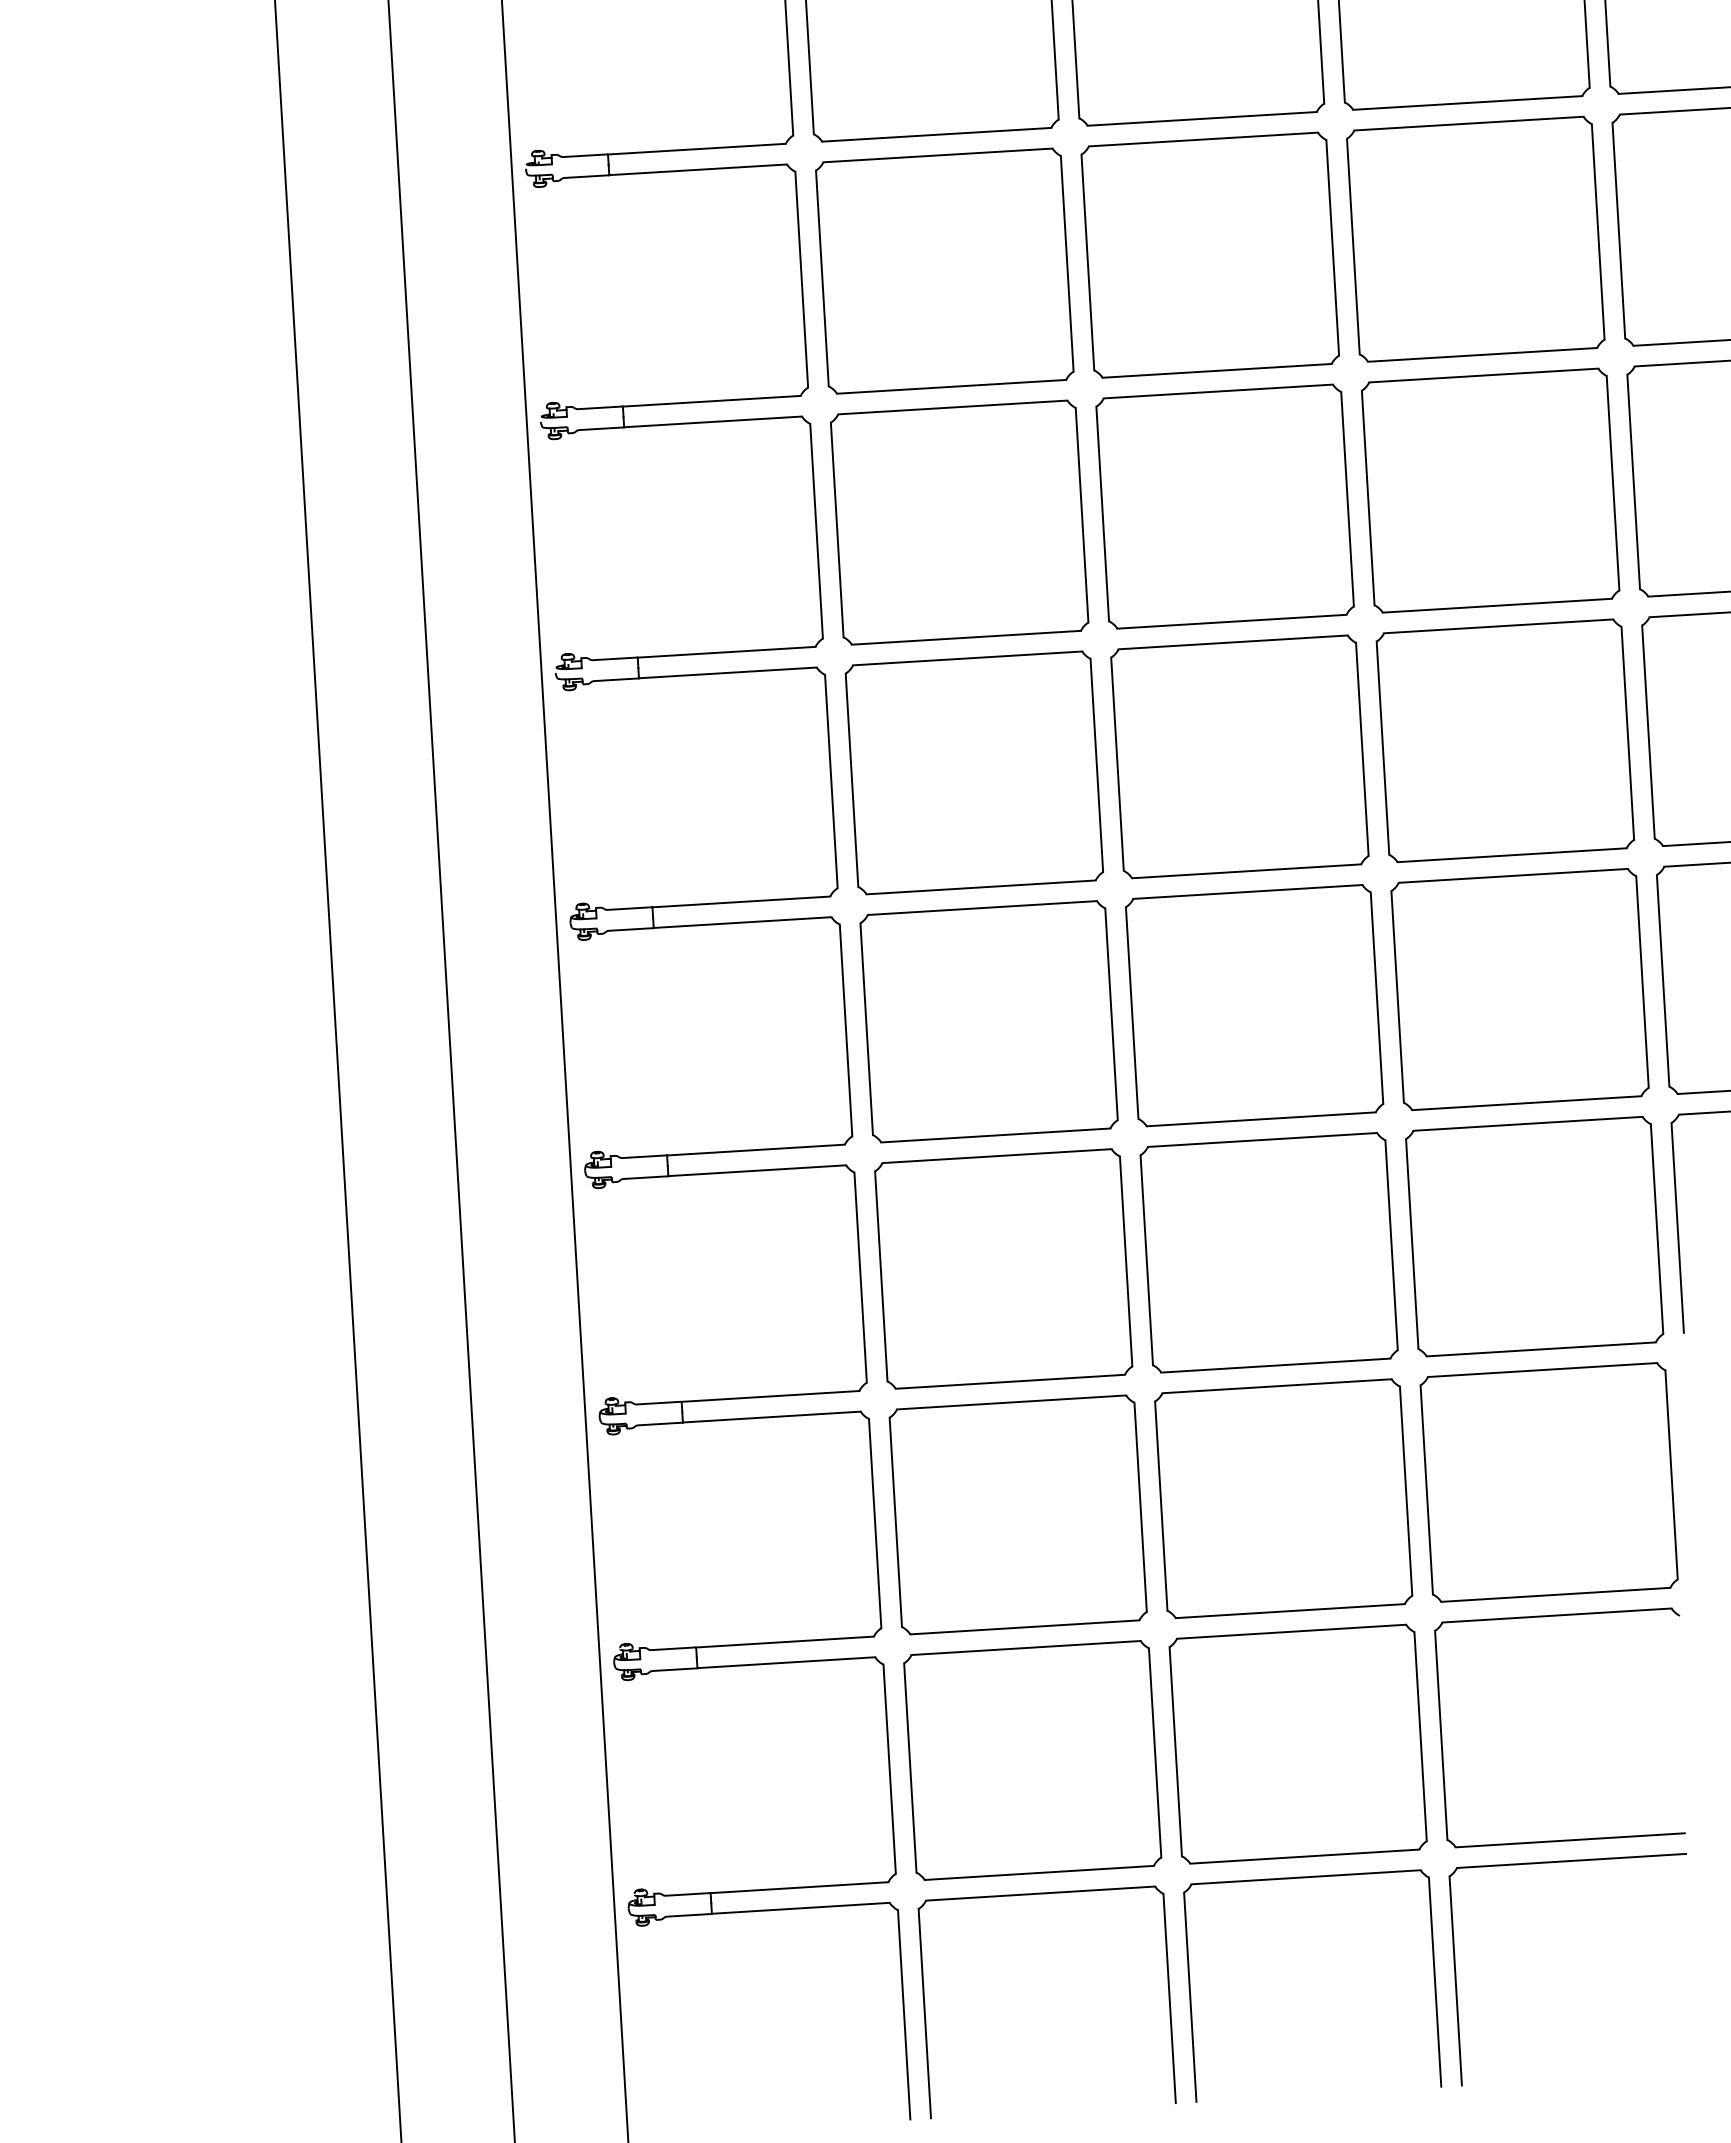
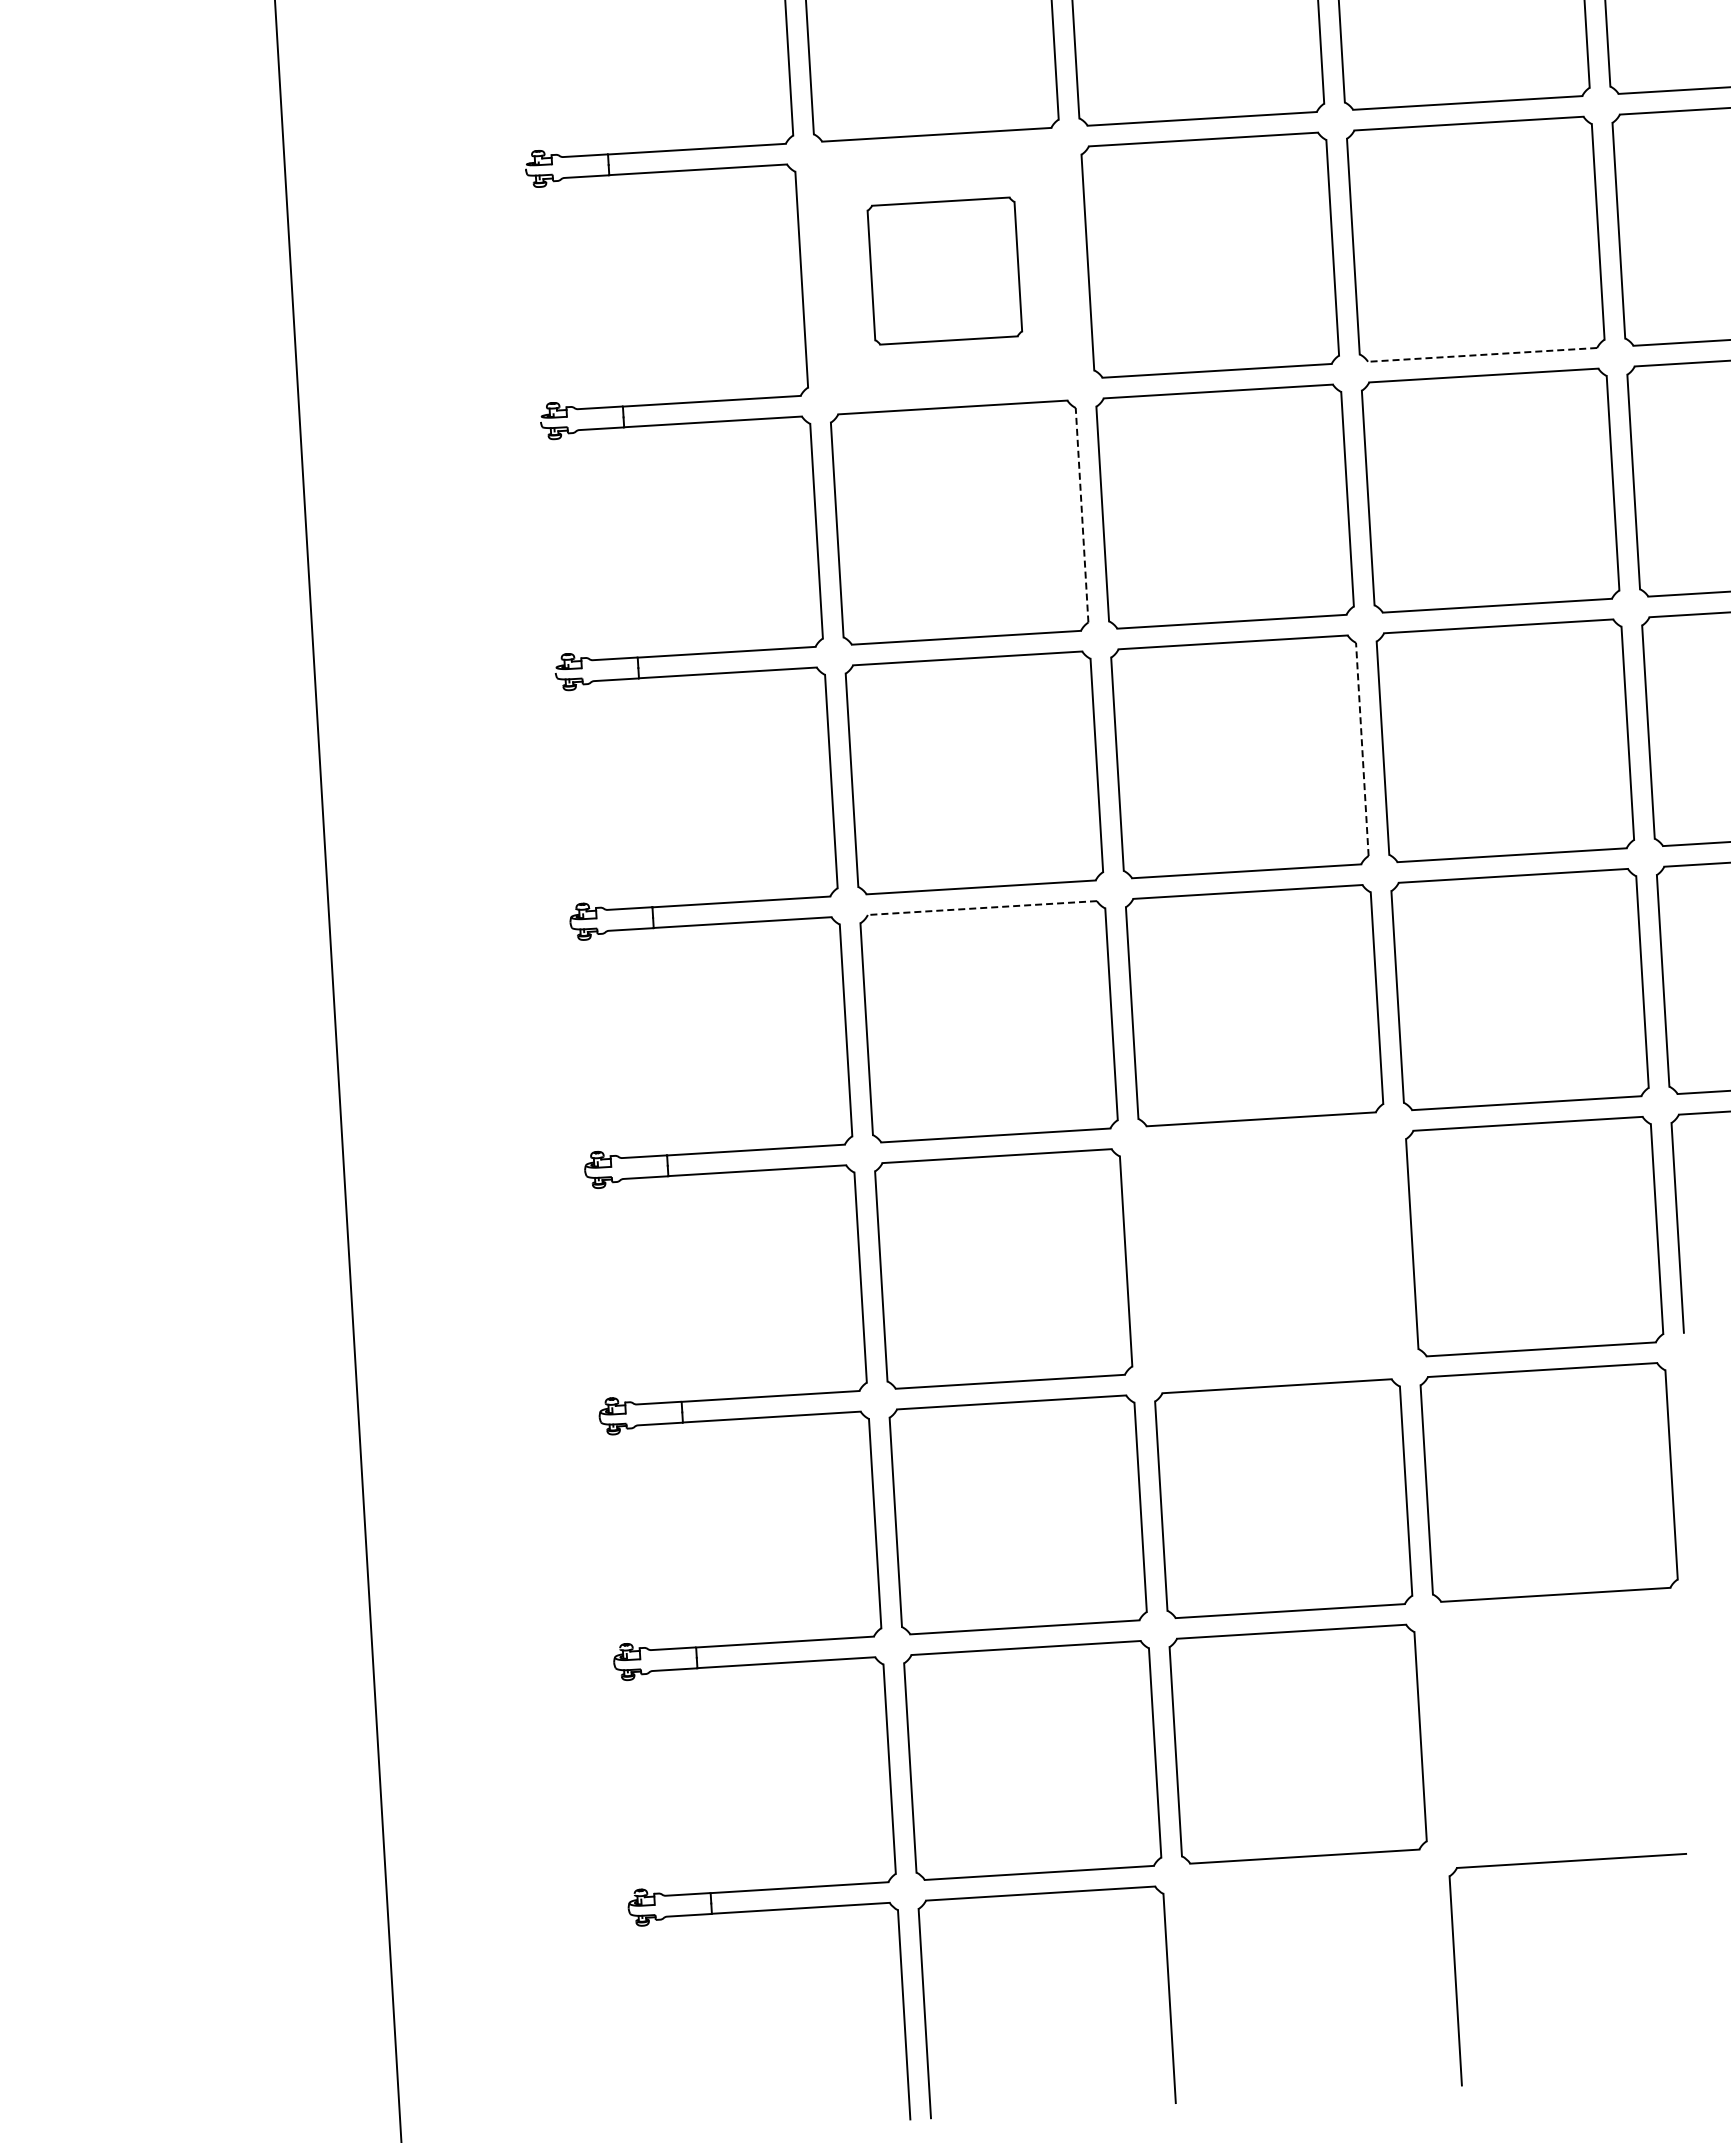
part at (944, 270) size: 260x248 px -> 158x150 px
line at (1482, 354): solid -> dashed
line at (1082, 514): solid -> dashed
line at (1362, 749): solid -> dashed
line at (982, 908): solid -> dashed
line at (451, 1070): present -> none
line at (565, 1070): present -> none
part at (1268, 1252): present -> none
part at (1545, 1617): present -> none
part at (1307, 1878): present -> none
